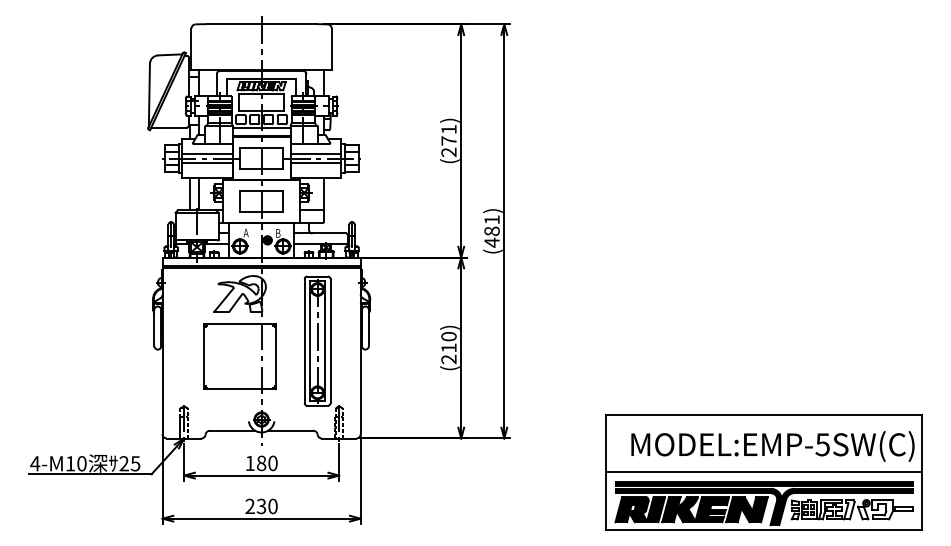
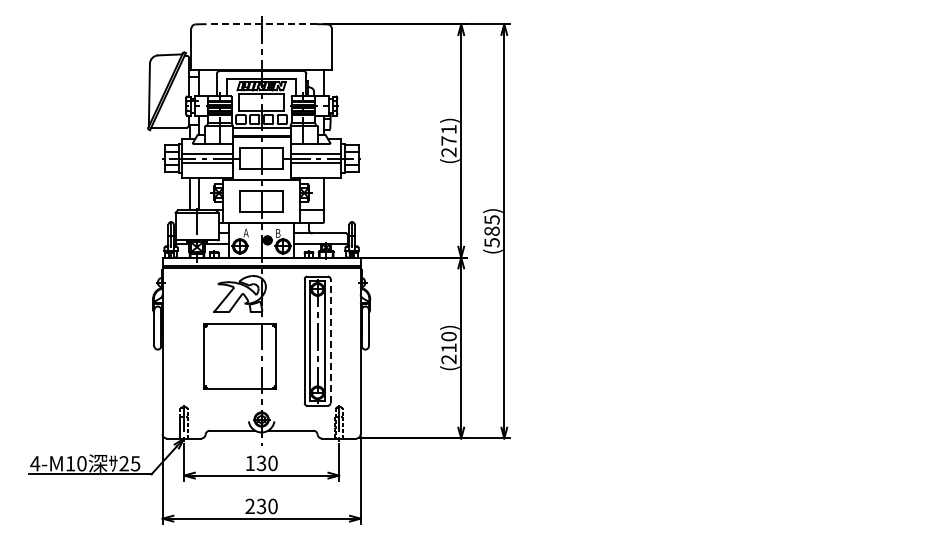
line at (261, 24): solid -> dashed
text at (491, 231): (481) -> (585)
line at (330, 340): solid -> dashed
text at (261, 462): 180 -> 130
part at (763, 472): present -> none
